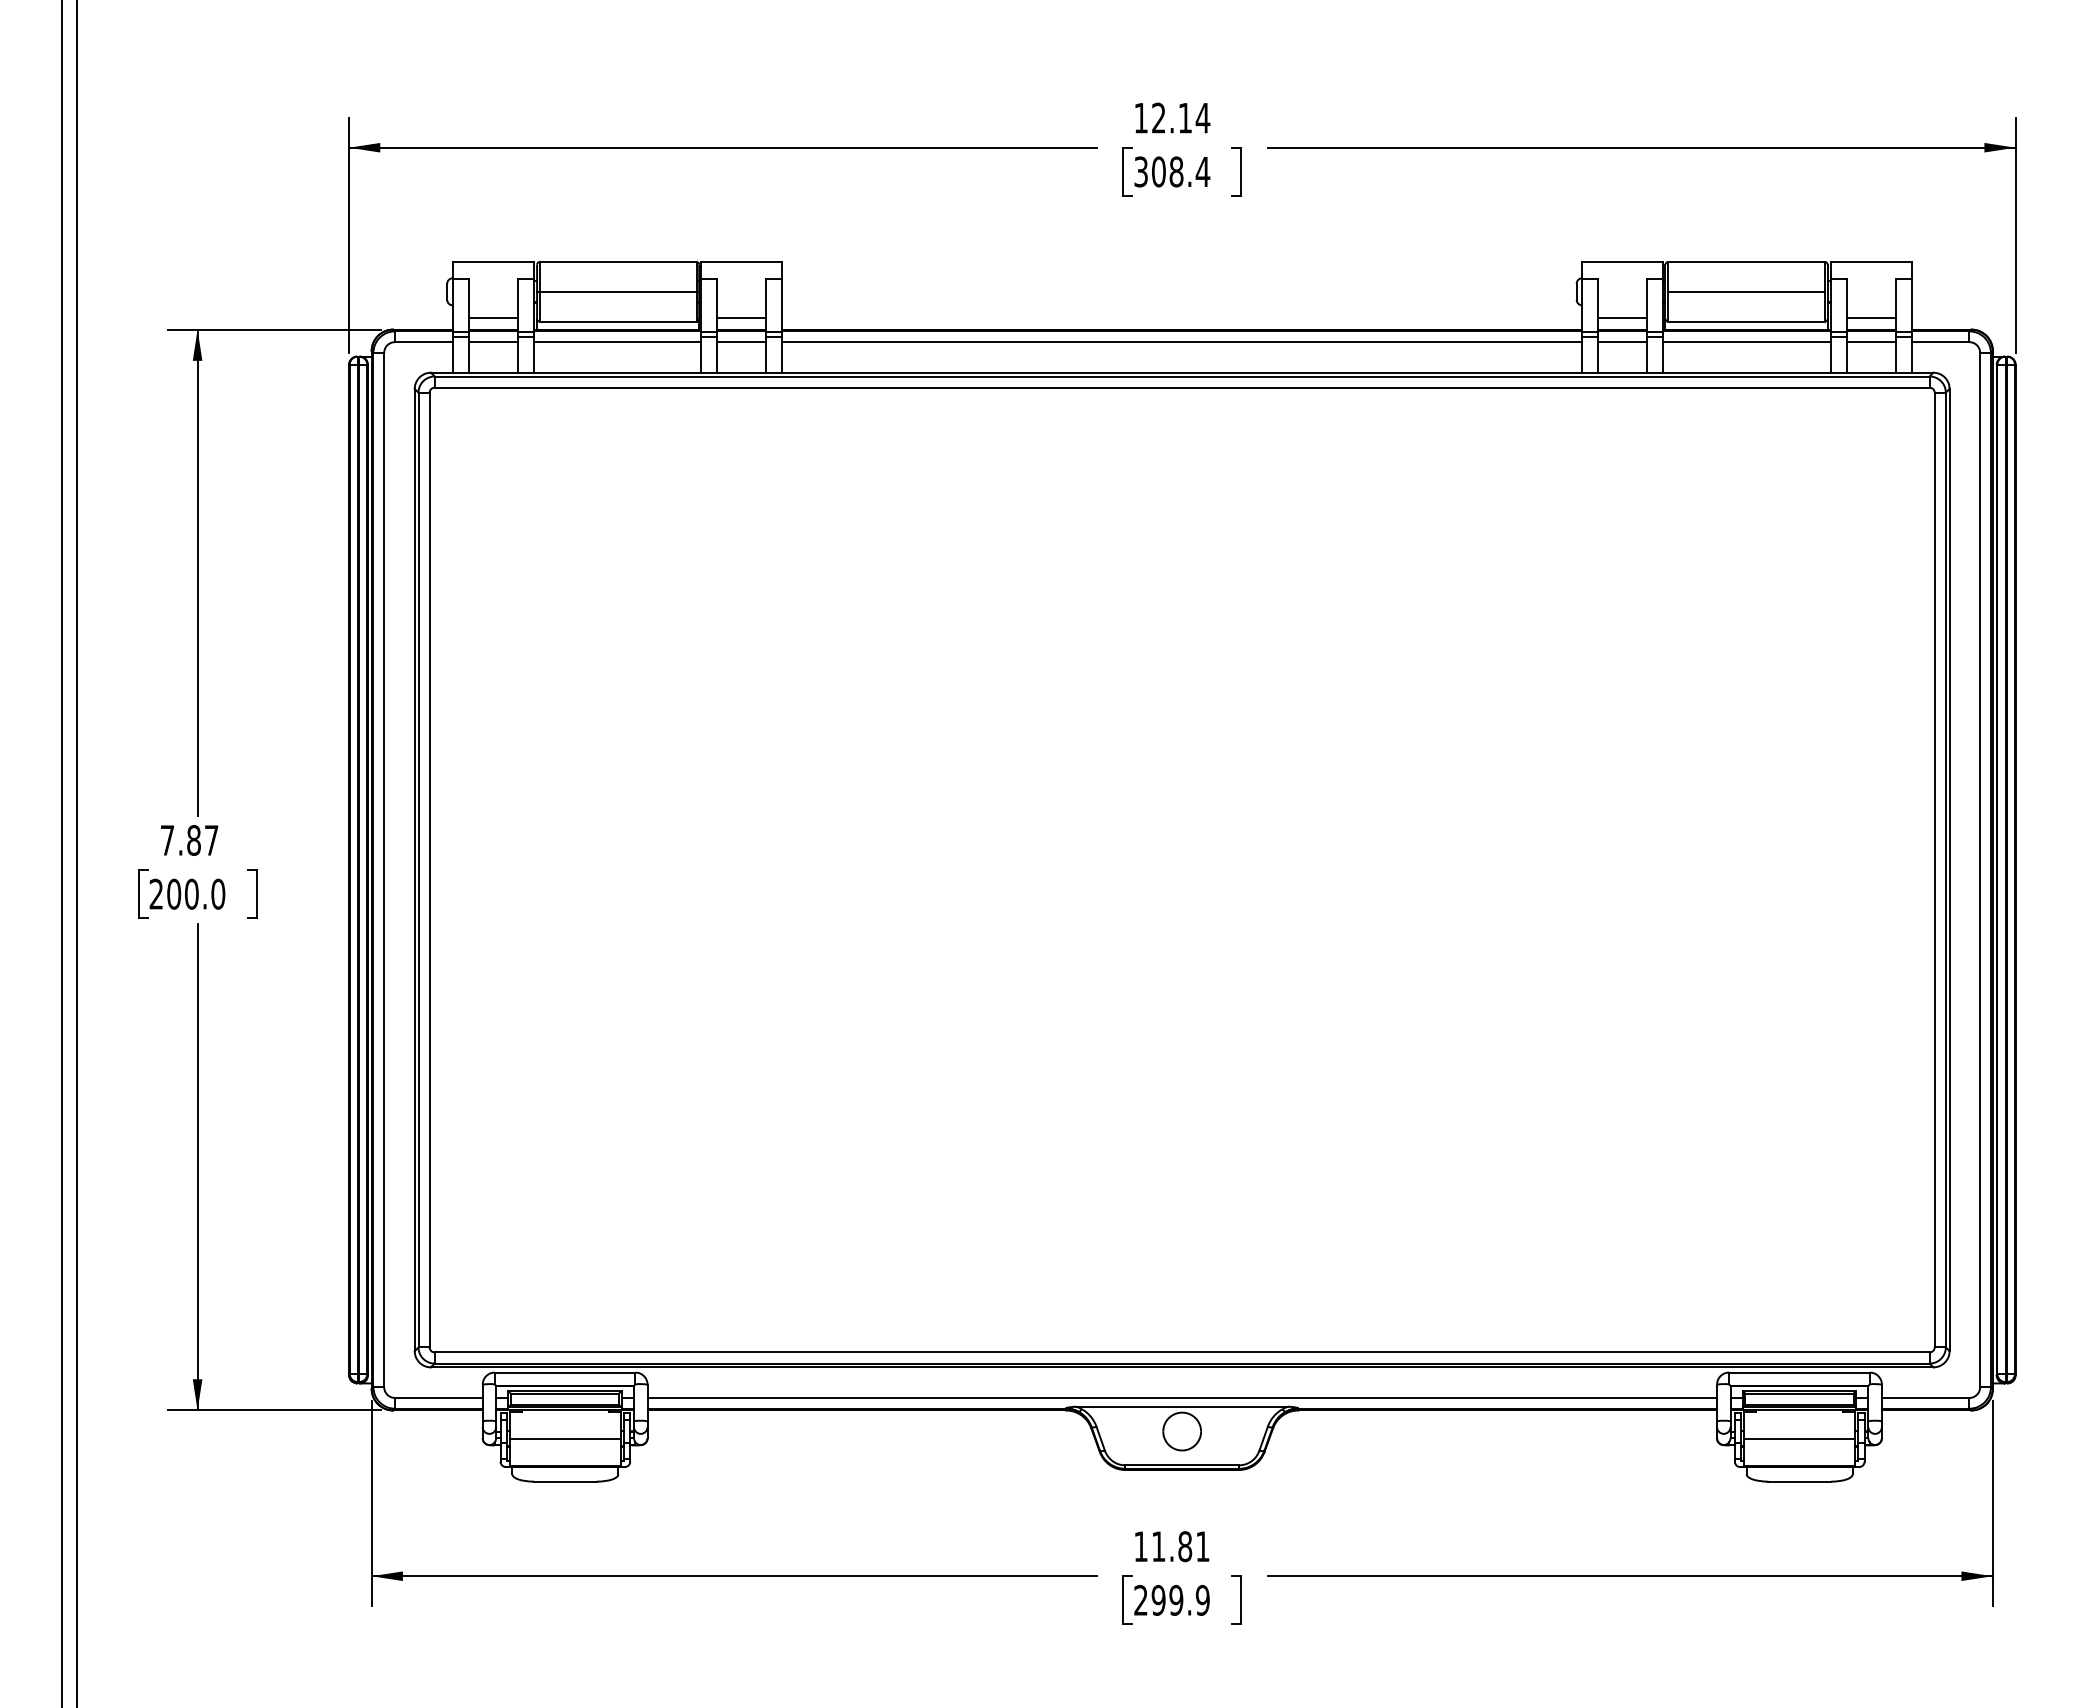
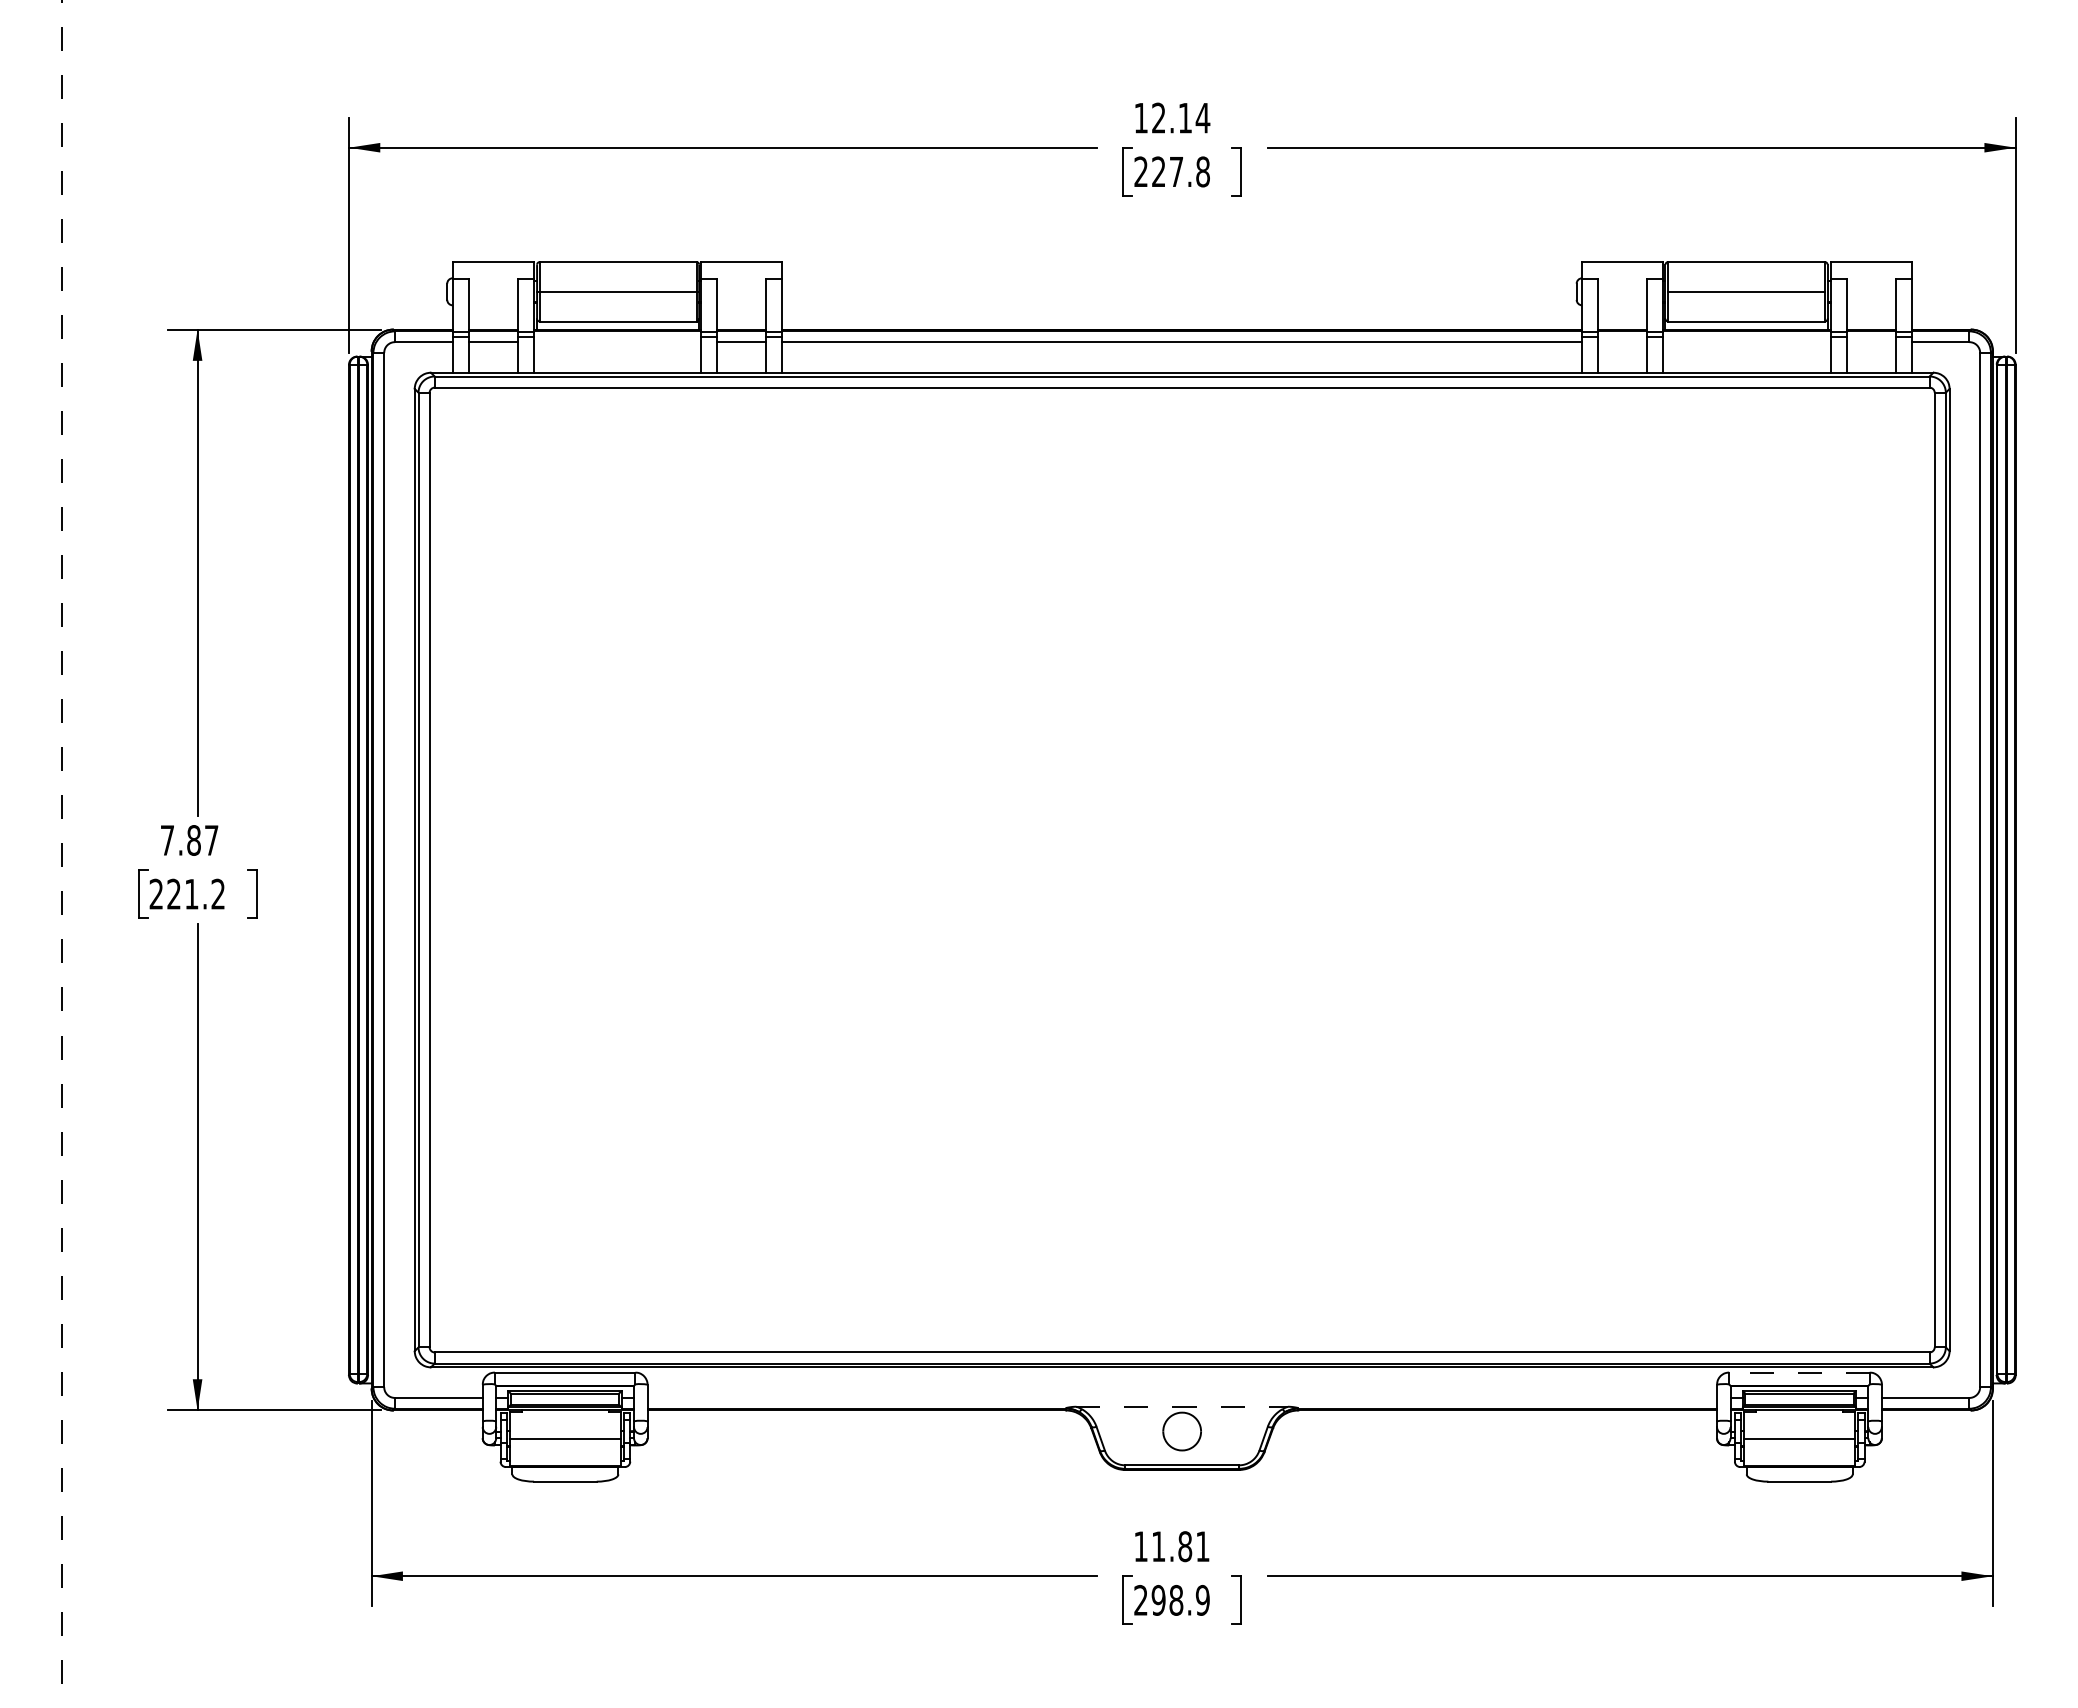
text at (1172, 171): 308.4 -> 227.8
line at (492, 318): present -> none
line at (741, 318): present -> none
line at (1622, 318): present -> none
line at (1870, 318): present -> none
line at (617, 342): present -> none
line at (1622, 342): present -> none
line at (1746, 342): present -> none
line at (1870, 342): present -> none
line at (77, 853): present -> none
line at (62, 854): solid -> dashed
text at (196, 893): 200.0 -> 221.2
line at (1798, 1372): solid -> dashed
line at (1182, 1397): present -> none
line at (1182, 1406): solid -> dashed
text at (1176, 1600): 299.9 -> 298.9
